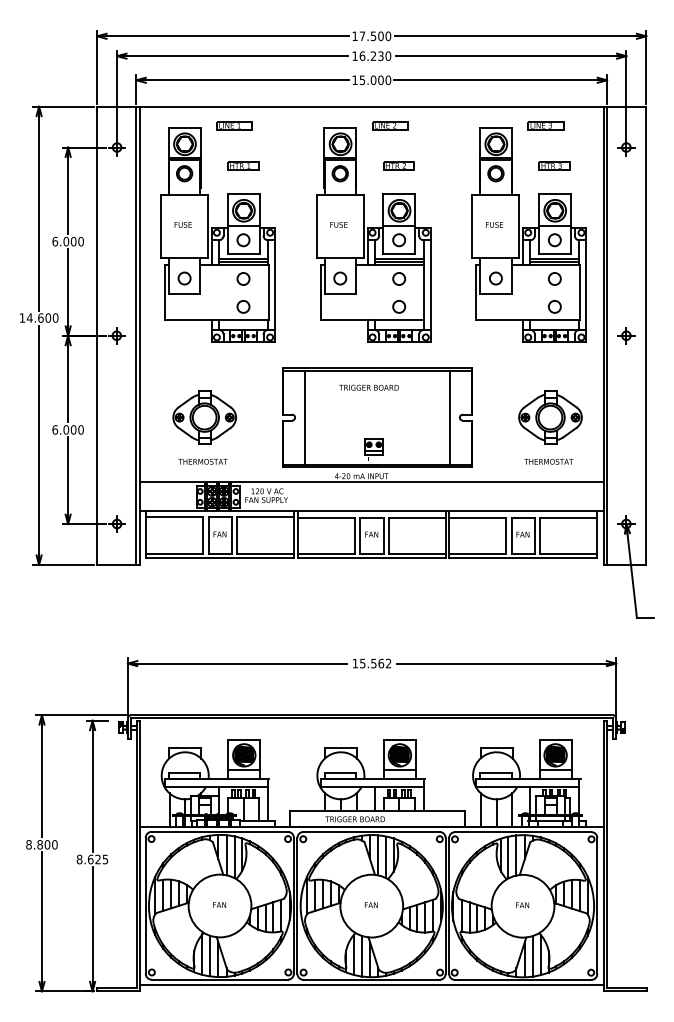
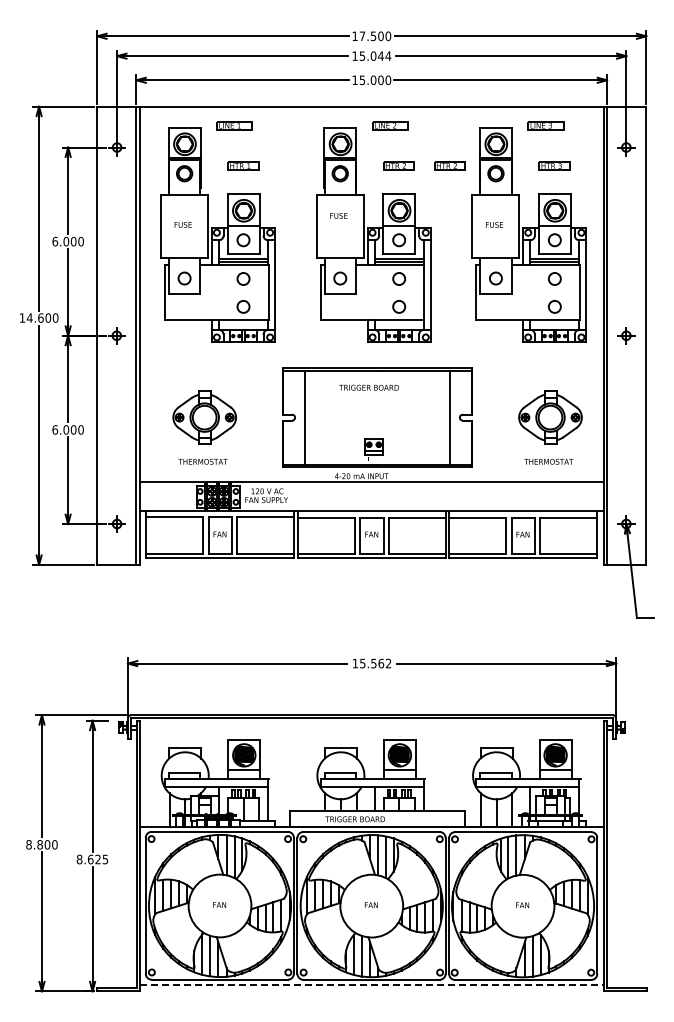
text at (375, 55): 16.230 -> 15.044
part at (449, 165): none -> present
text at (338, 224) position: (338, 224) -> (338, 215)
line at (372, 984): solid -> dashed
